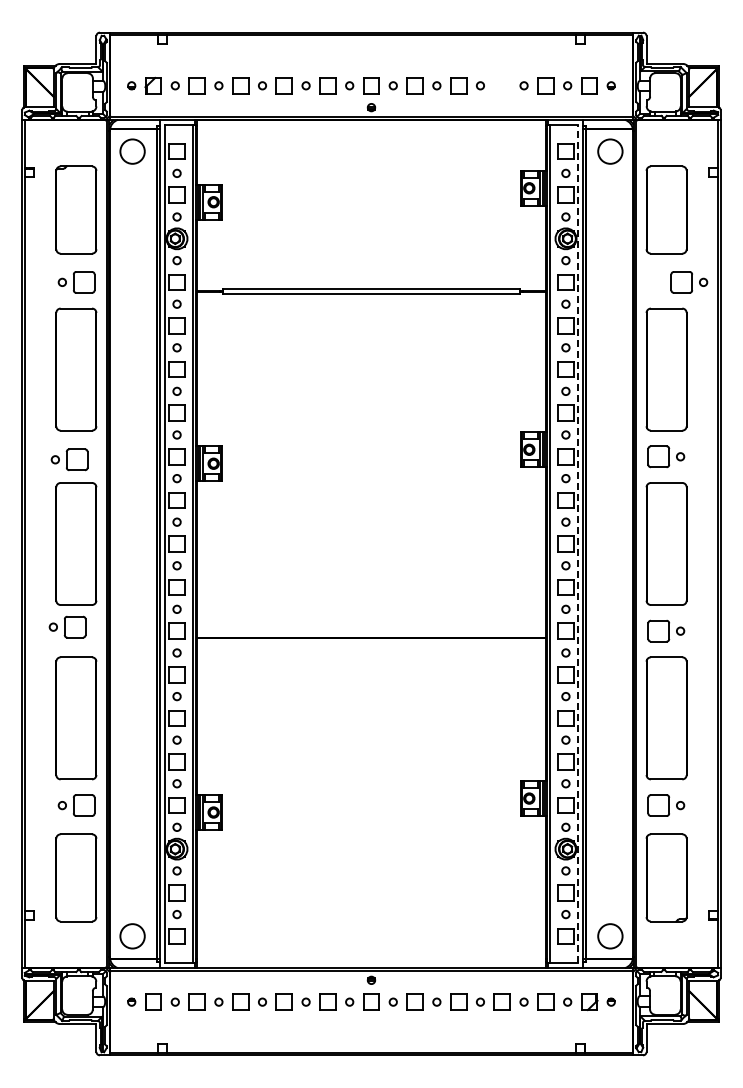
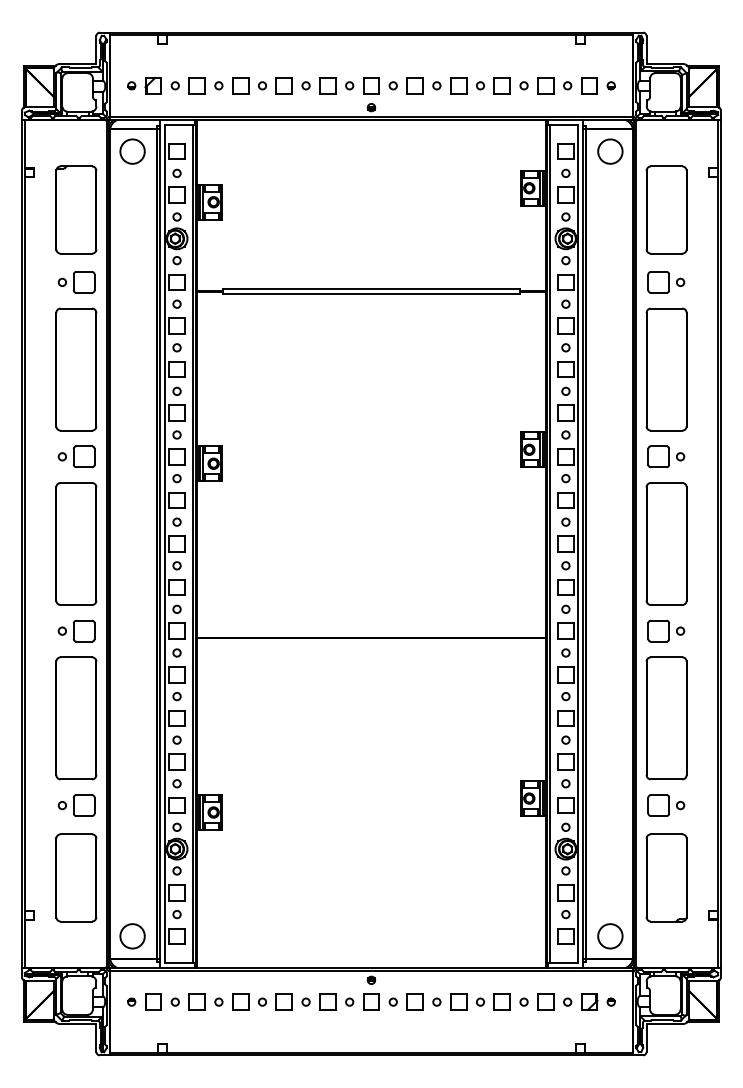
part at (501, 85): none -> present
part at (689, 282) position: (689, 282) -> (666, 282)
part at (69, 459) position: (69, 459) -> (76, 456)
line at (578, 543): dashed -> solid
part at (67, 626) position: (67, 626) -> (76, 630)
